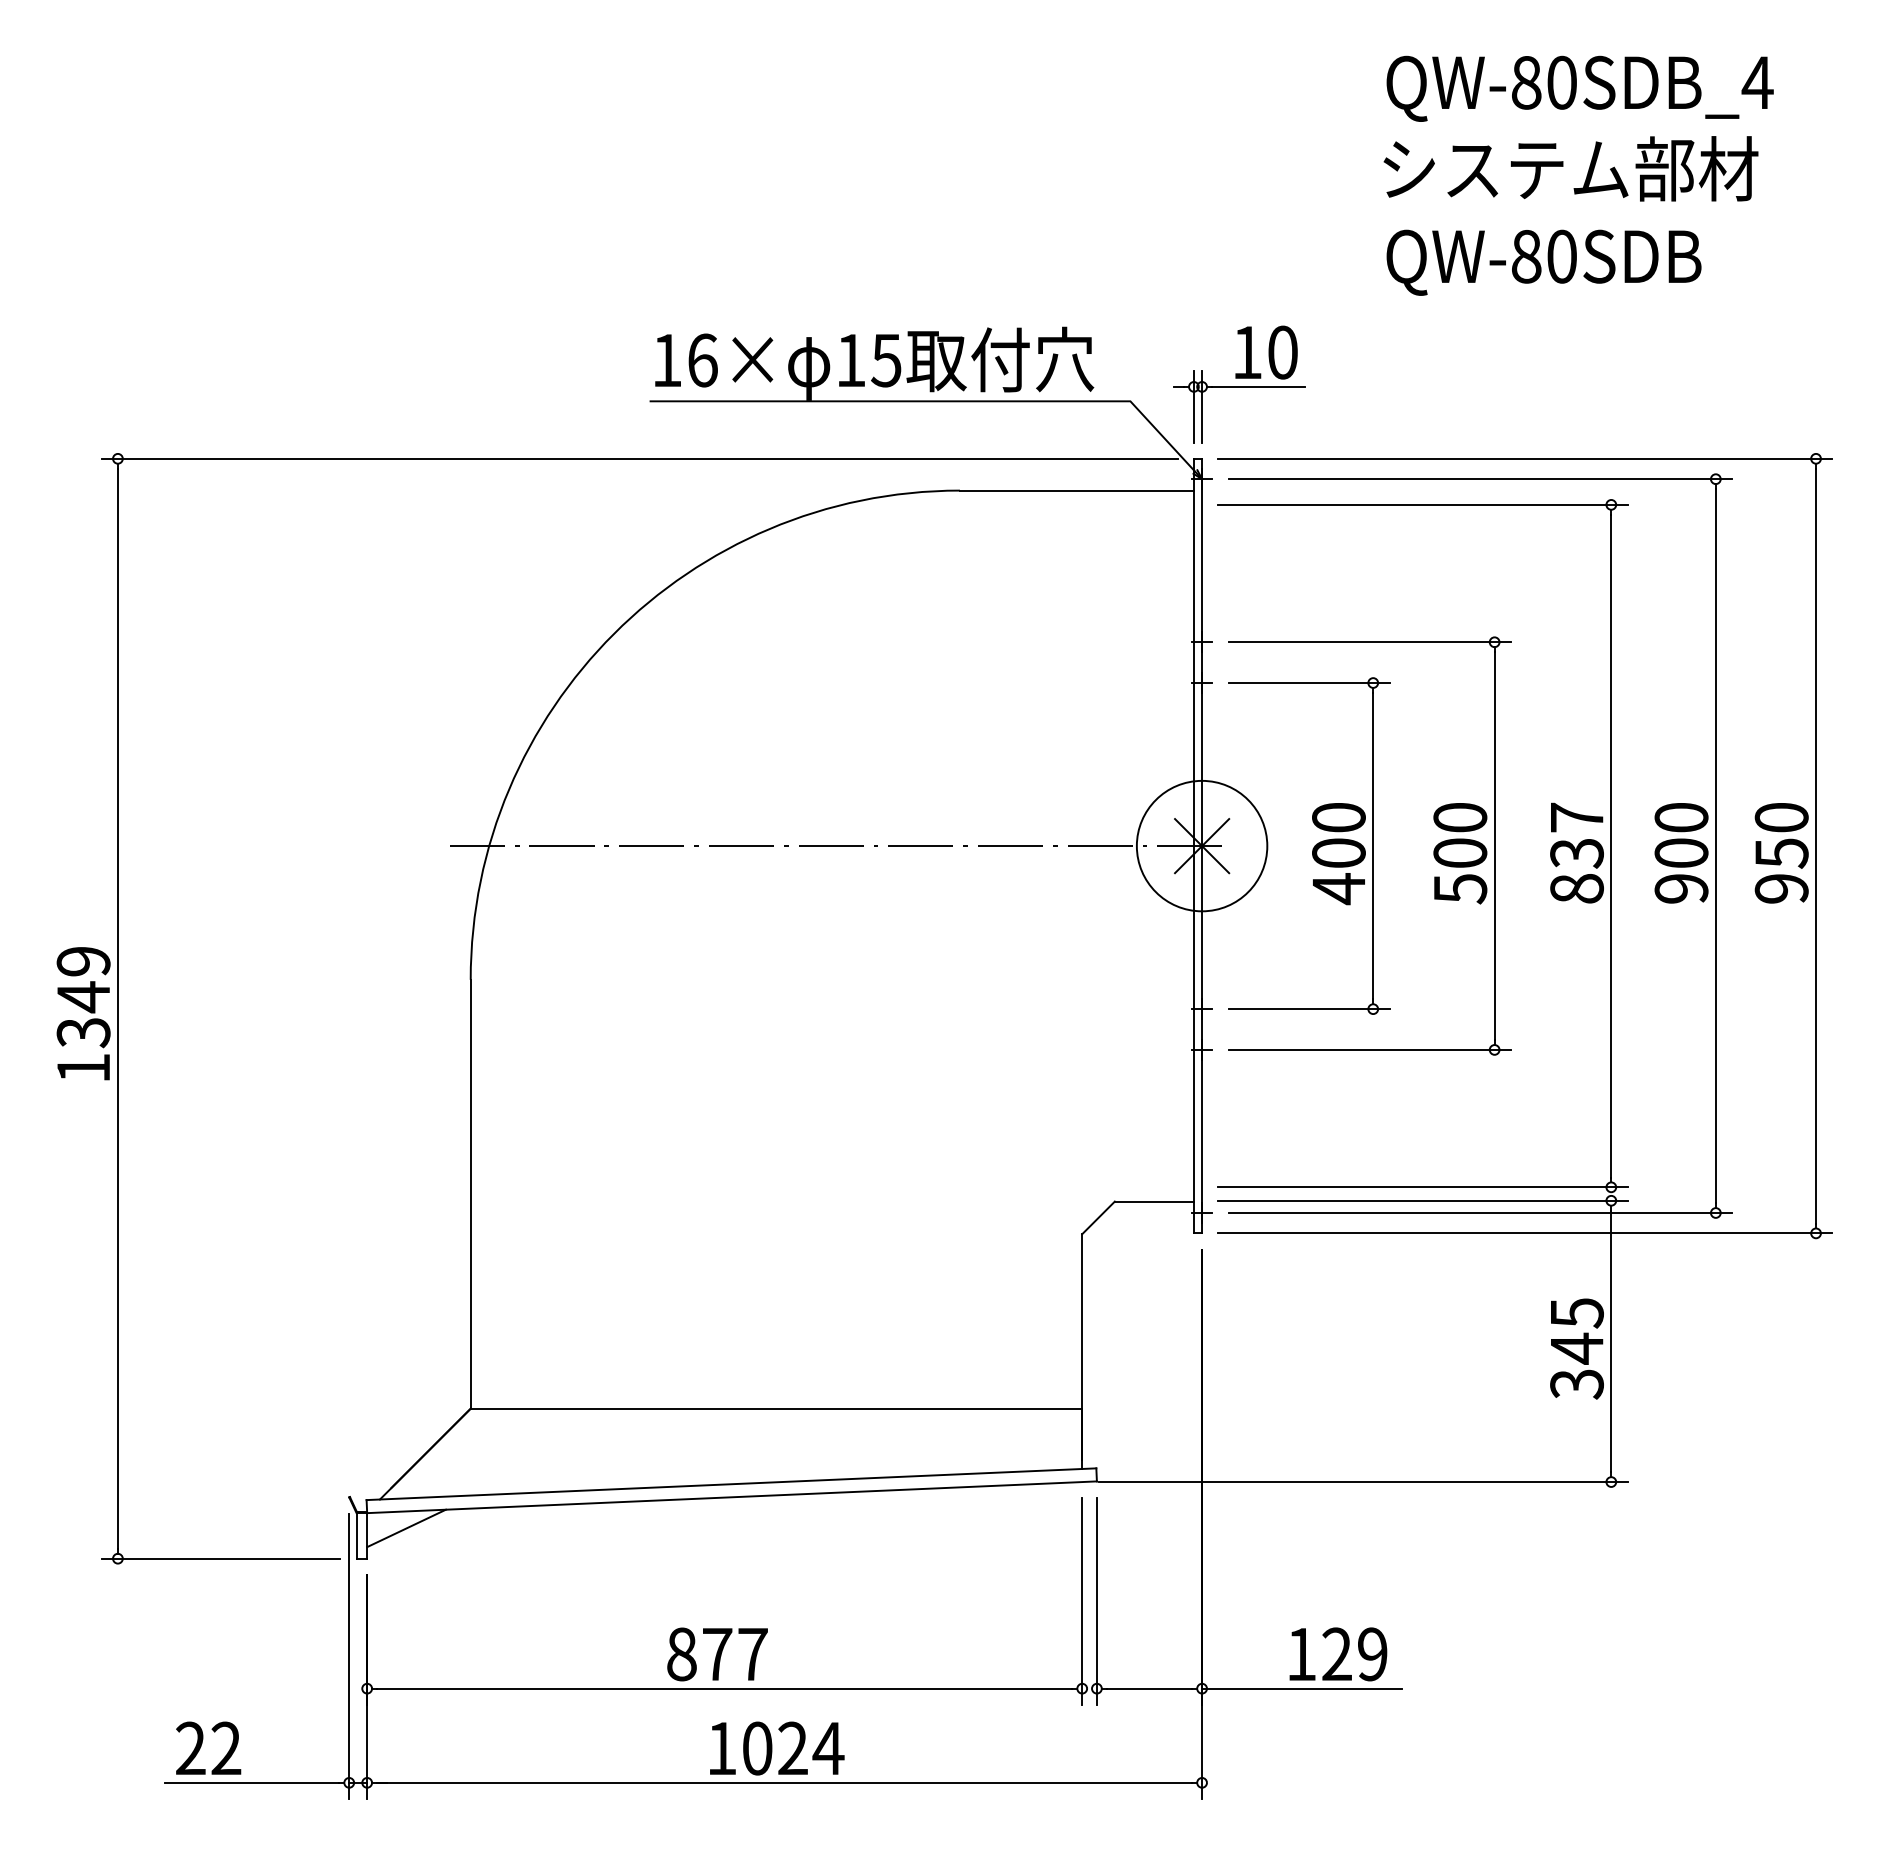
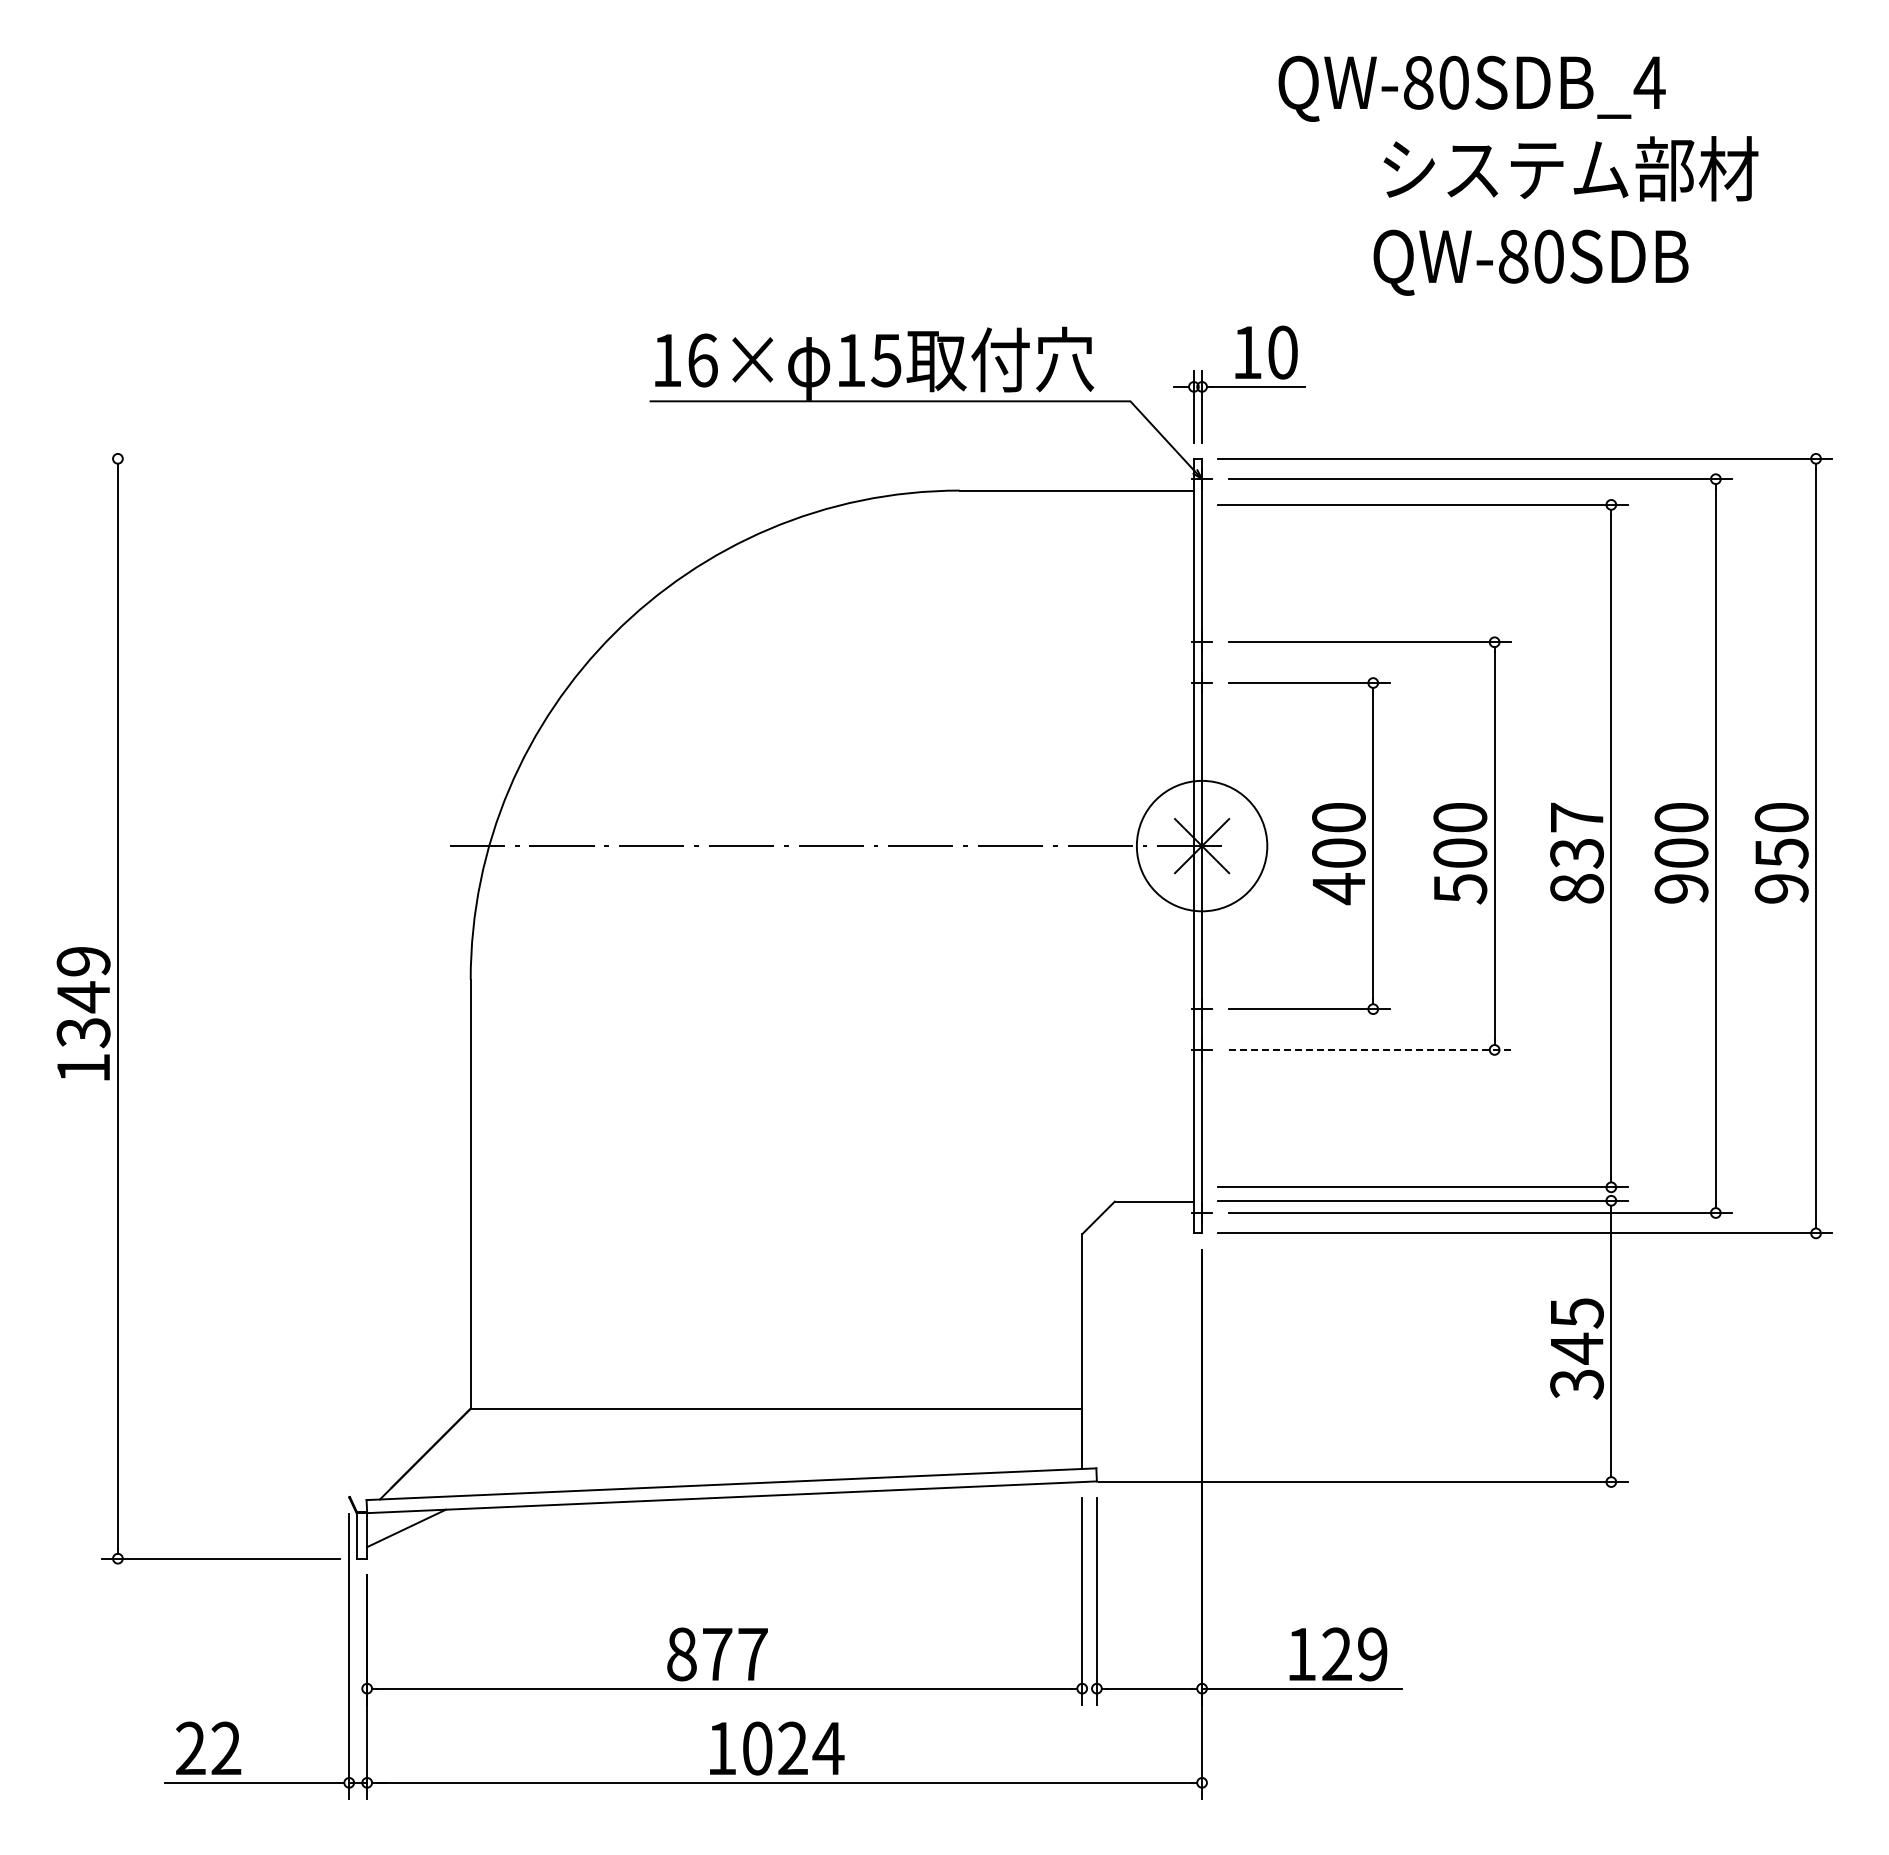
text at (1579, 88) position: (1579, 88) -> (1471, 88)
text at (1543, 262) position: (1543, 262) -> (1530, 262)
line at (639, 458): present -> none
line at (1370, 1049): solid -> dashed
